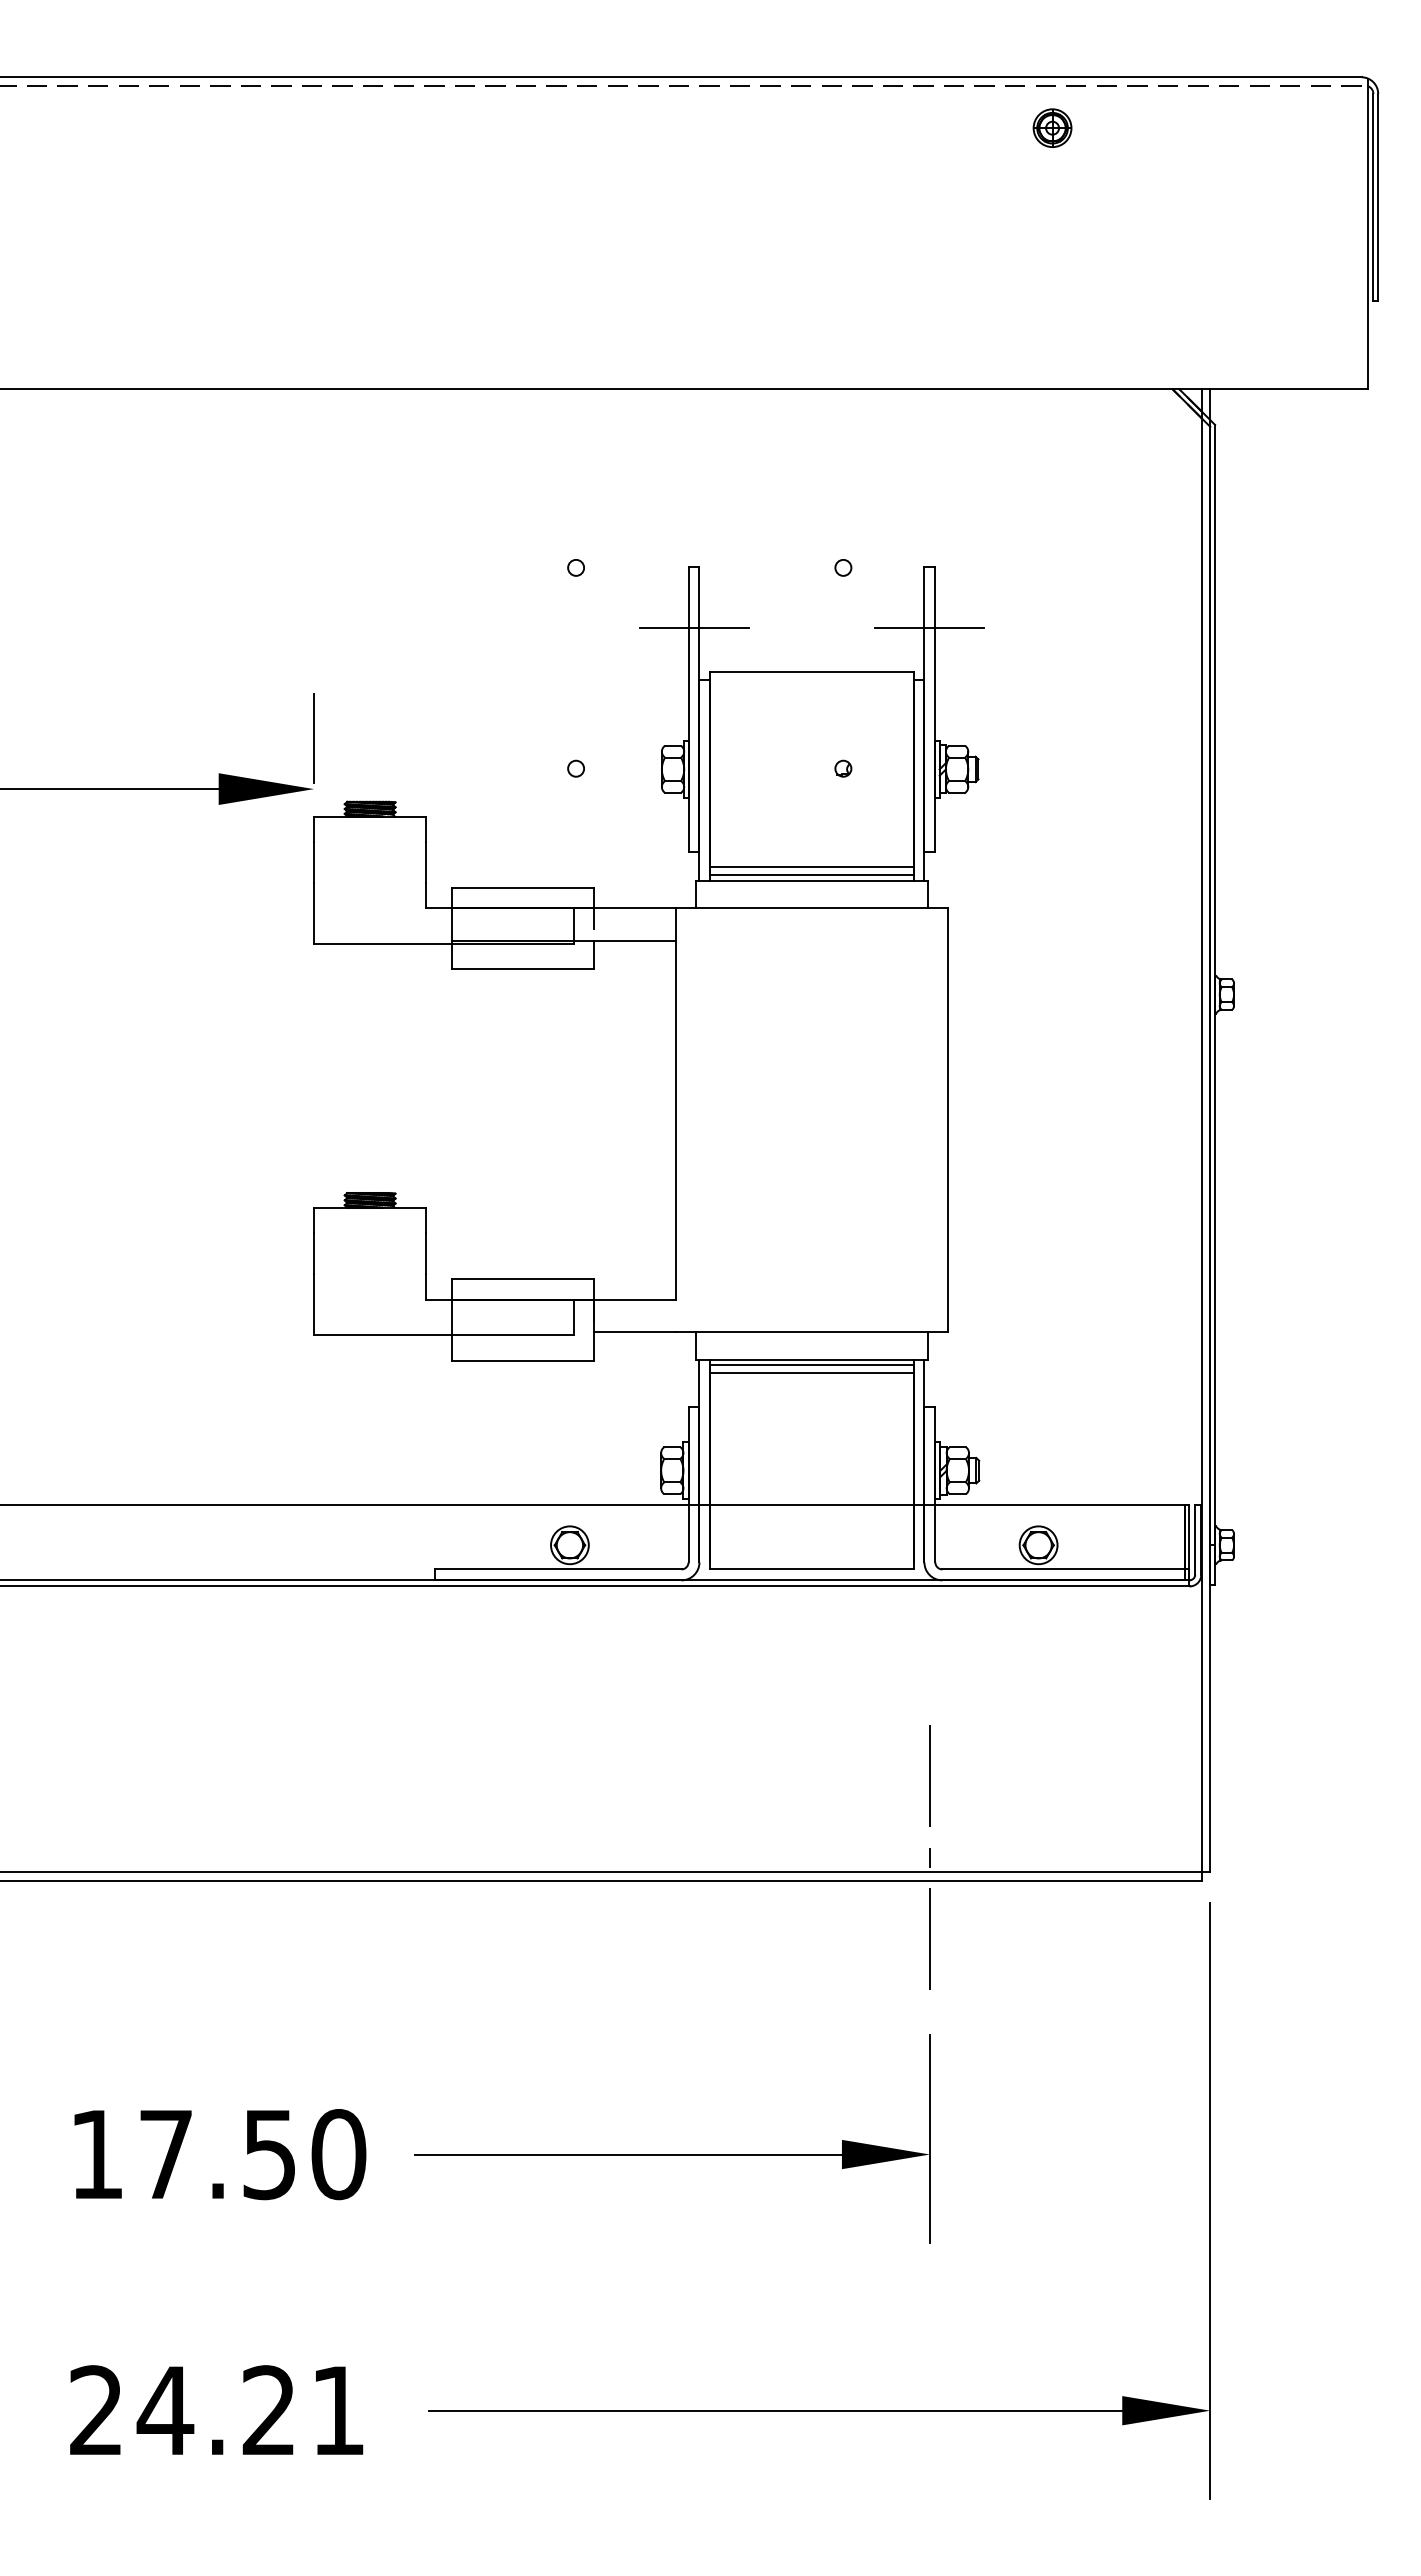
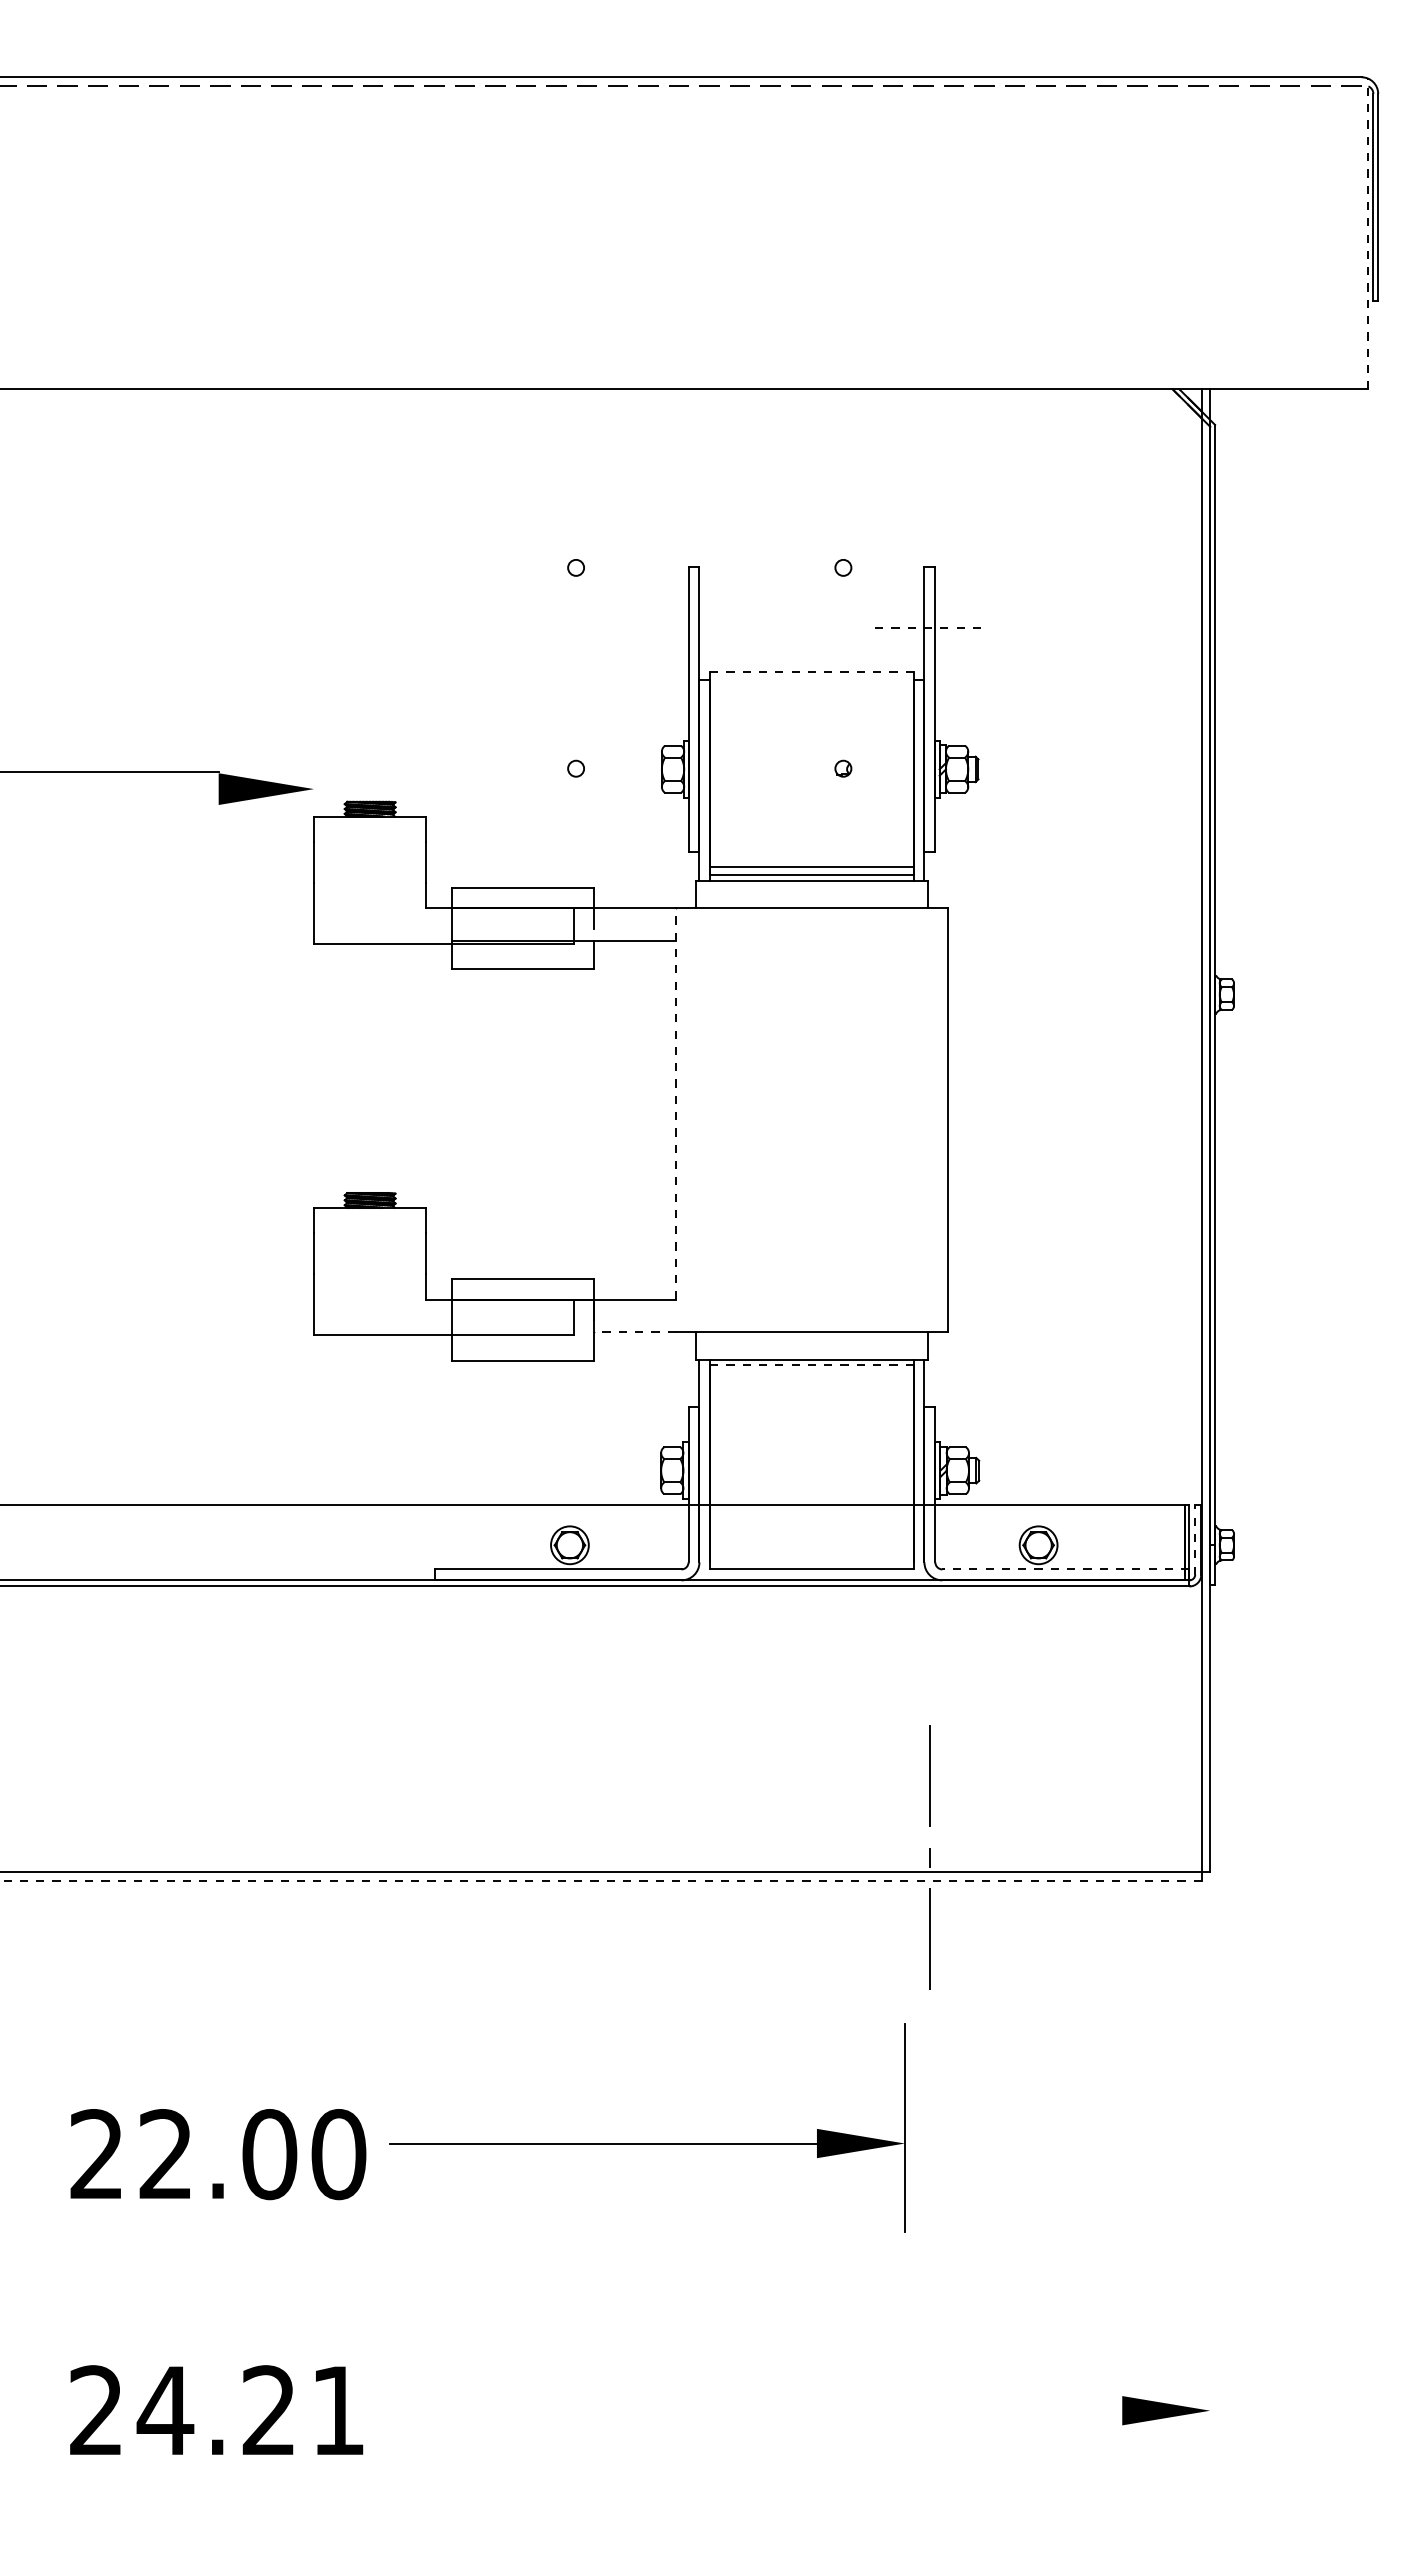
part at (1052, 127): present -> none
line at (1368, 233): solid -> dashed
line at (693, 627): present -> none
line at (929, 627): solid -> dashed
line at (811, 671): solid -> dashed
line at (314, 738): present -> none
line at (110, 789) position: (110, 789) -> (110, 772)
line at (675, 1103): solid -> dashed
line at (635, 1332): solid -> dashed
line at (811, 1364): solid -> dashed
line at (811, 1372): present -> none
line at (1195, 1539): solid -> dashed
line at (1065, 1569): solid -> dashed
line at (600, 1880): solid -> dashed
text at (183, 2154): 17.50 -> 22.00
part at (672, 2154) position: (672, 2154) -> (647, 2143)
line at (1210, 2200): present -> none
line at (775, 2410): present -> none
